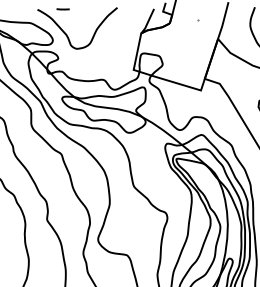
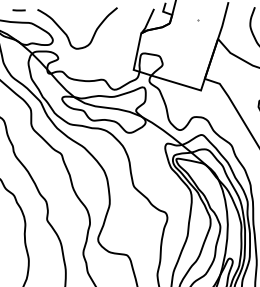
line at (62, 9) position: (62, 9) -> (18, 10)
